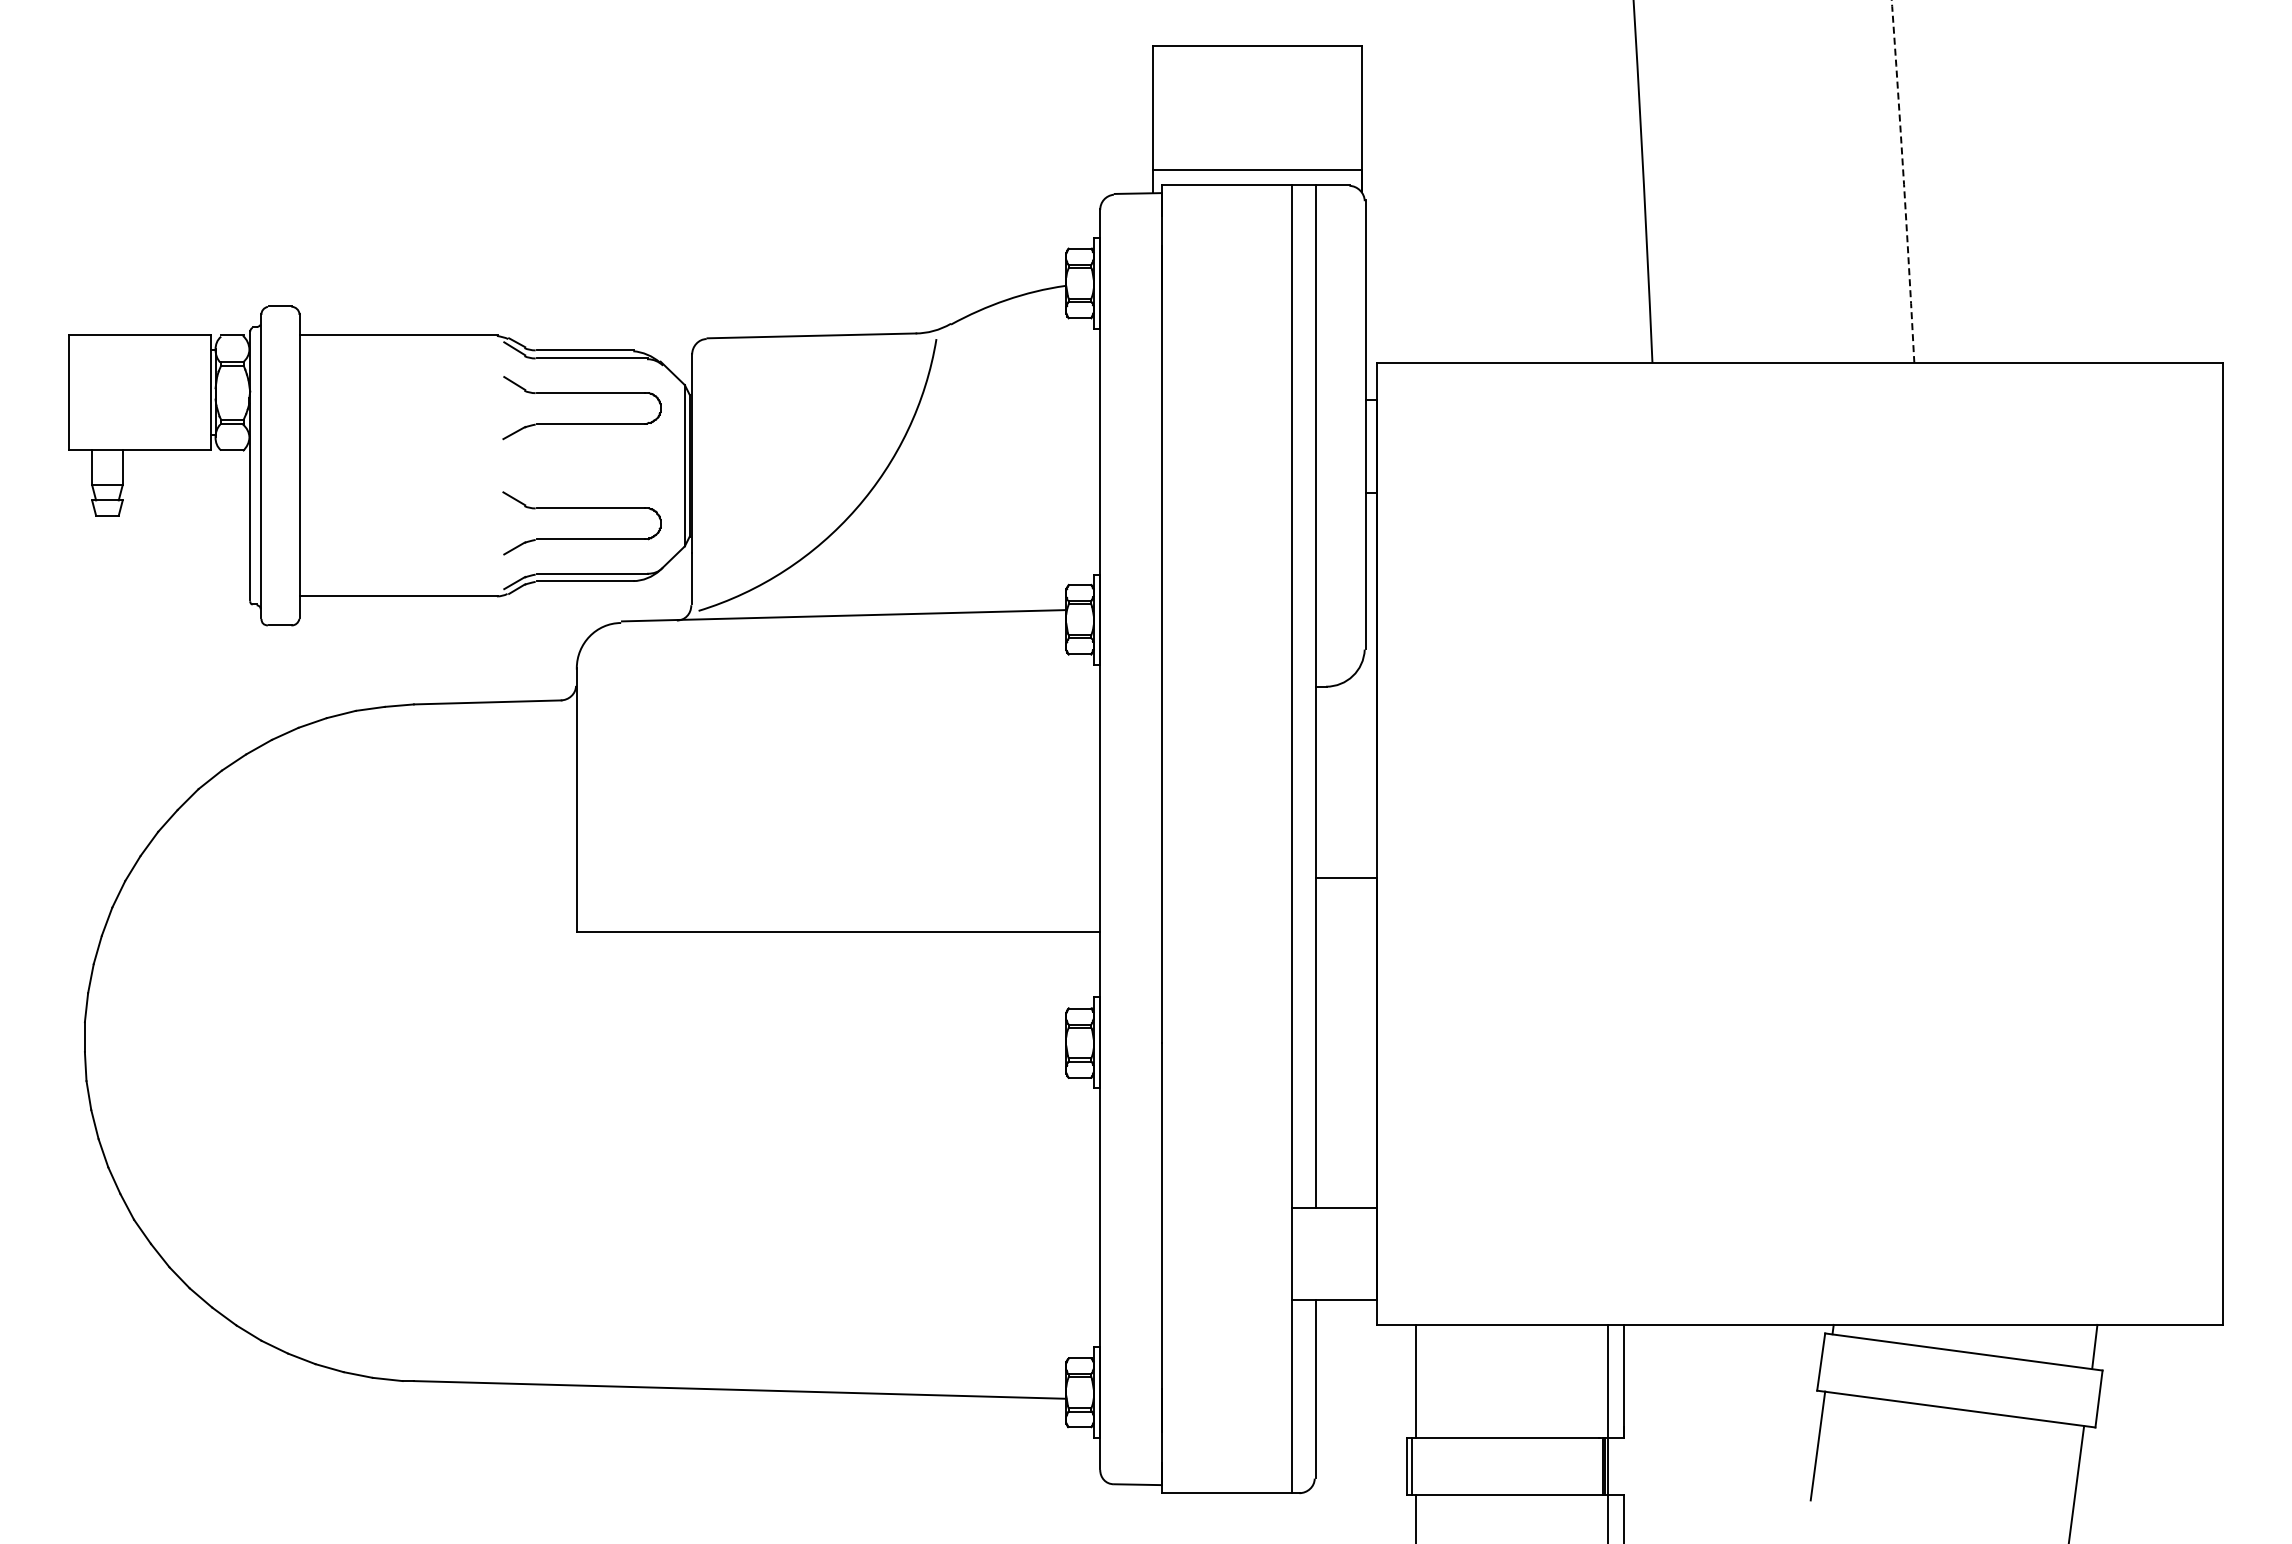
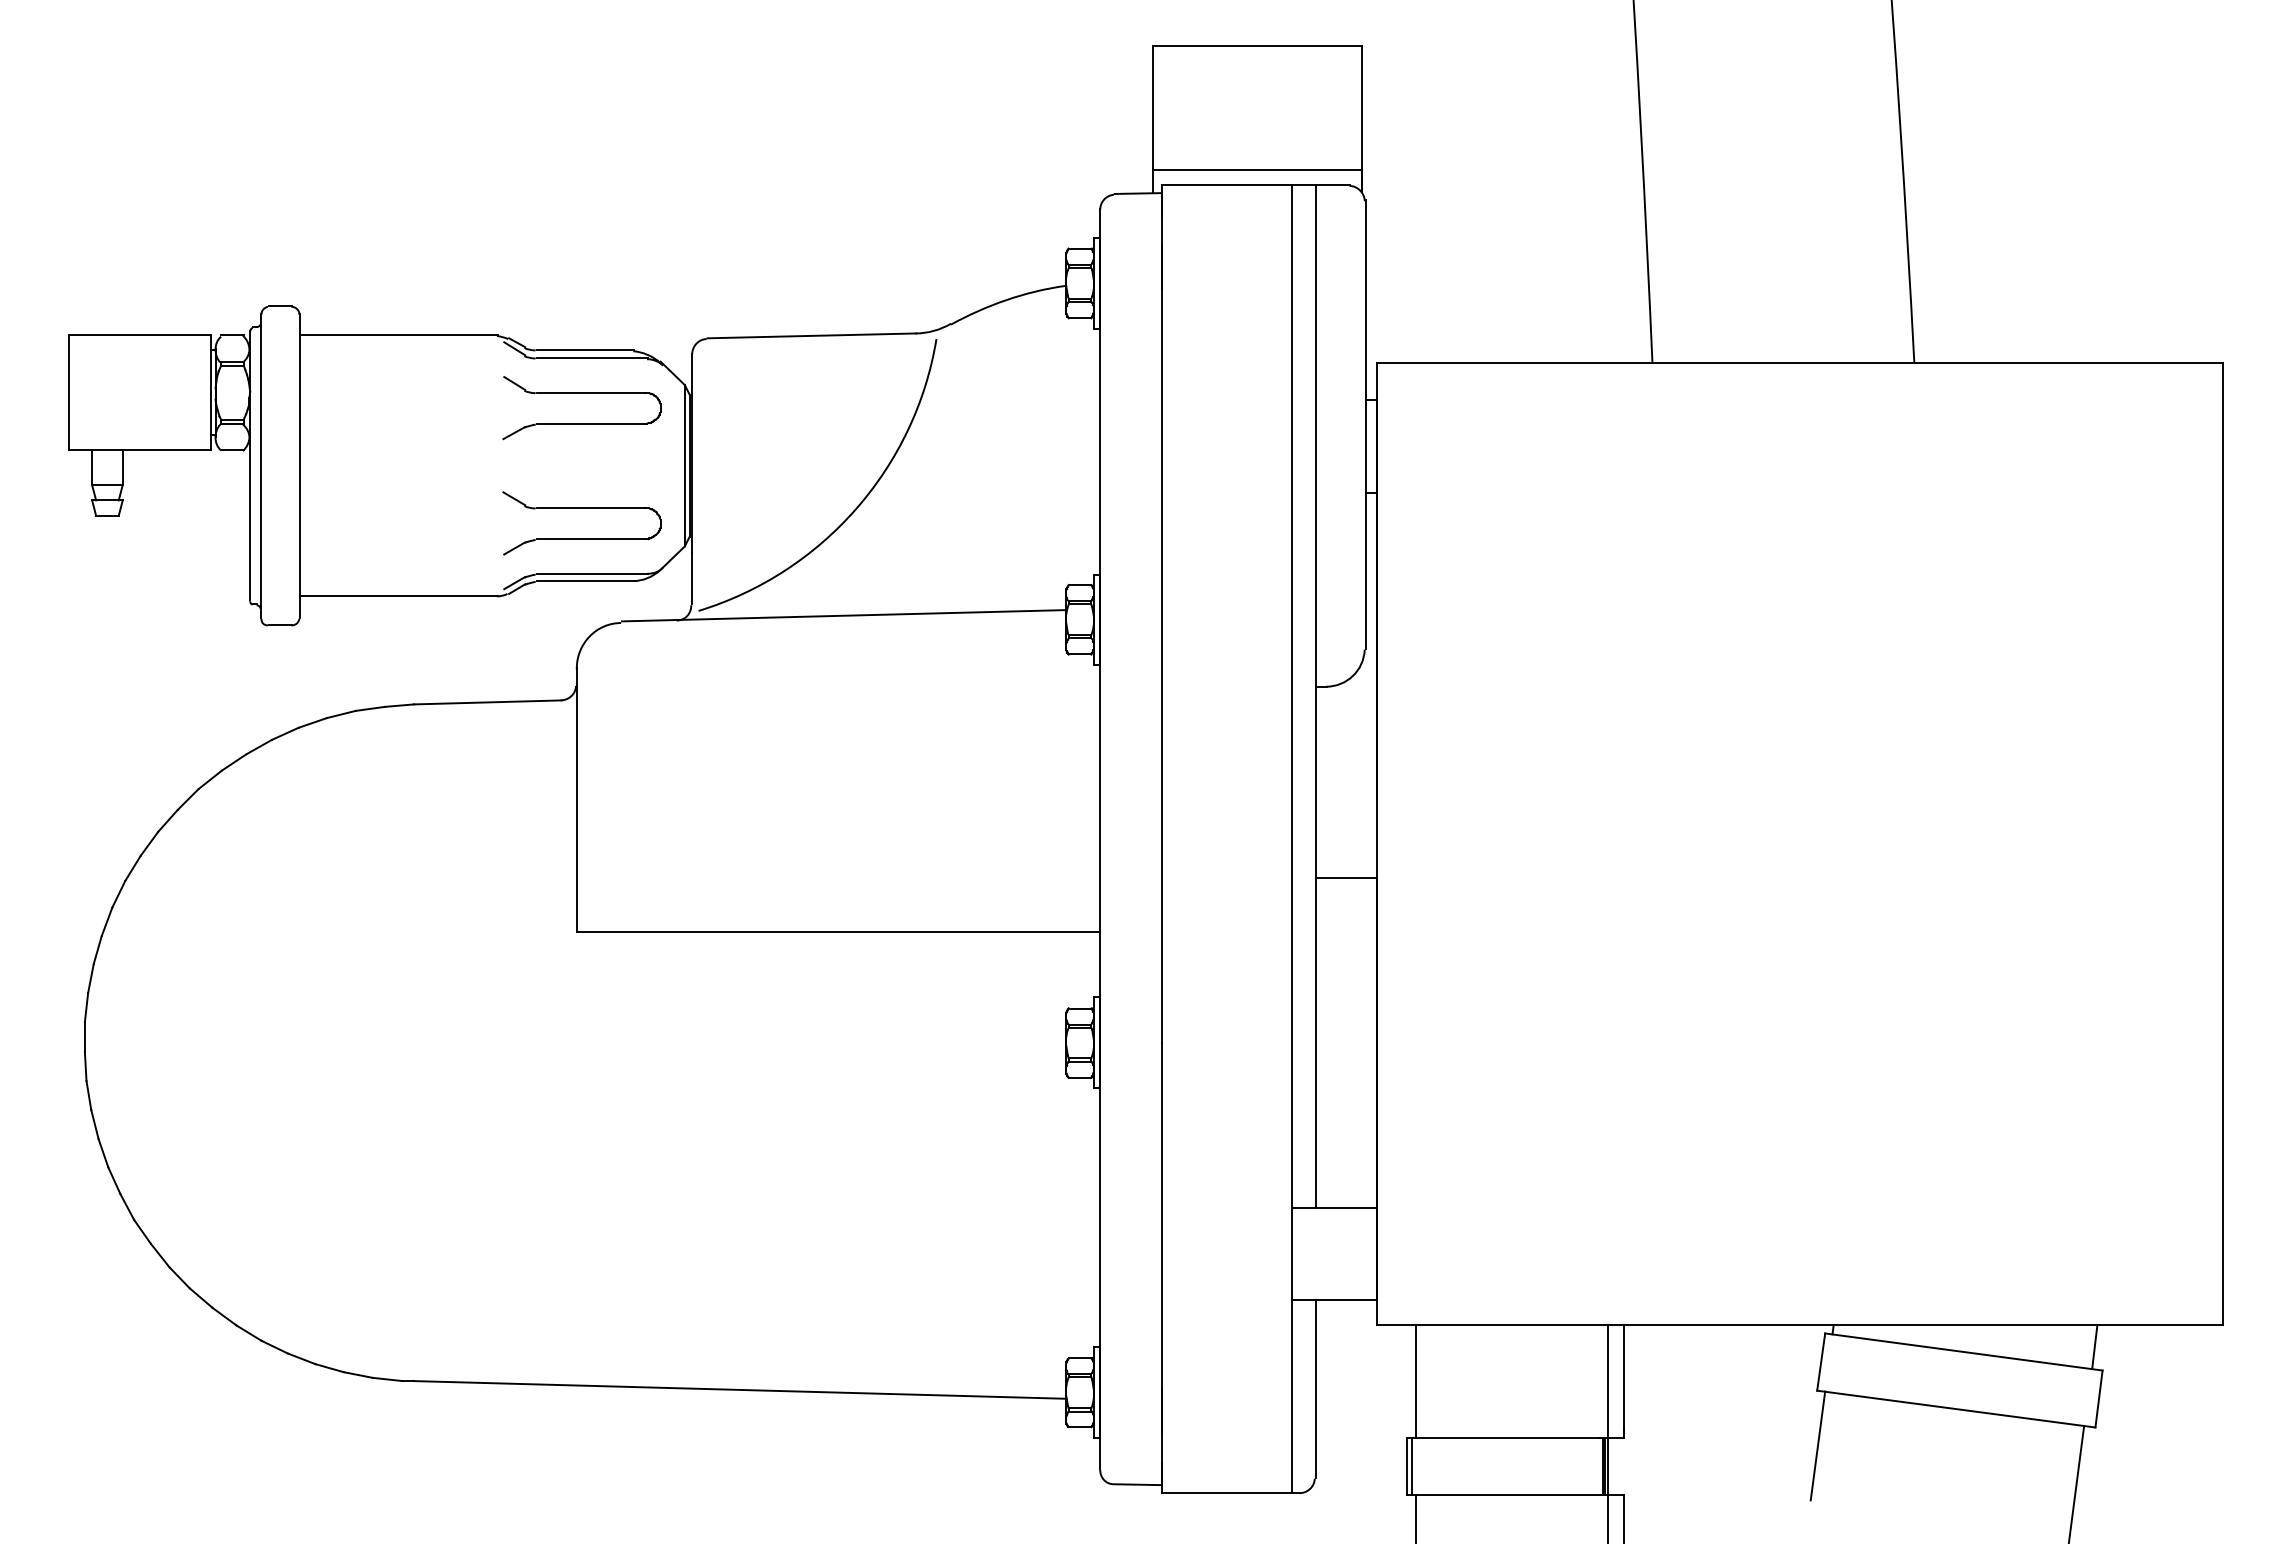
arc at (1903, 180): dashed -> solid
